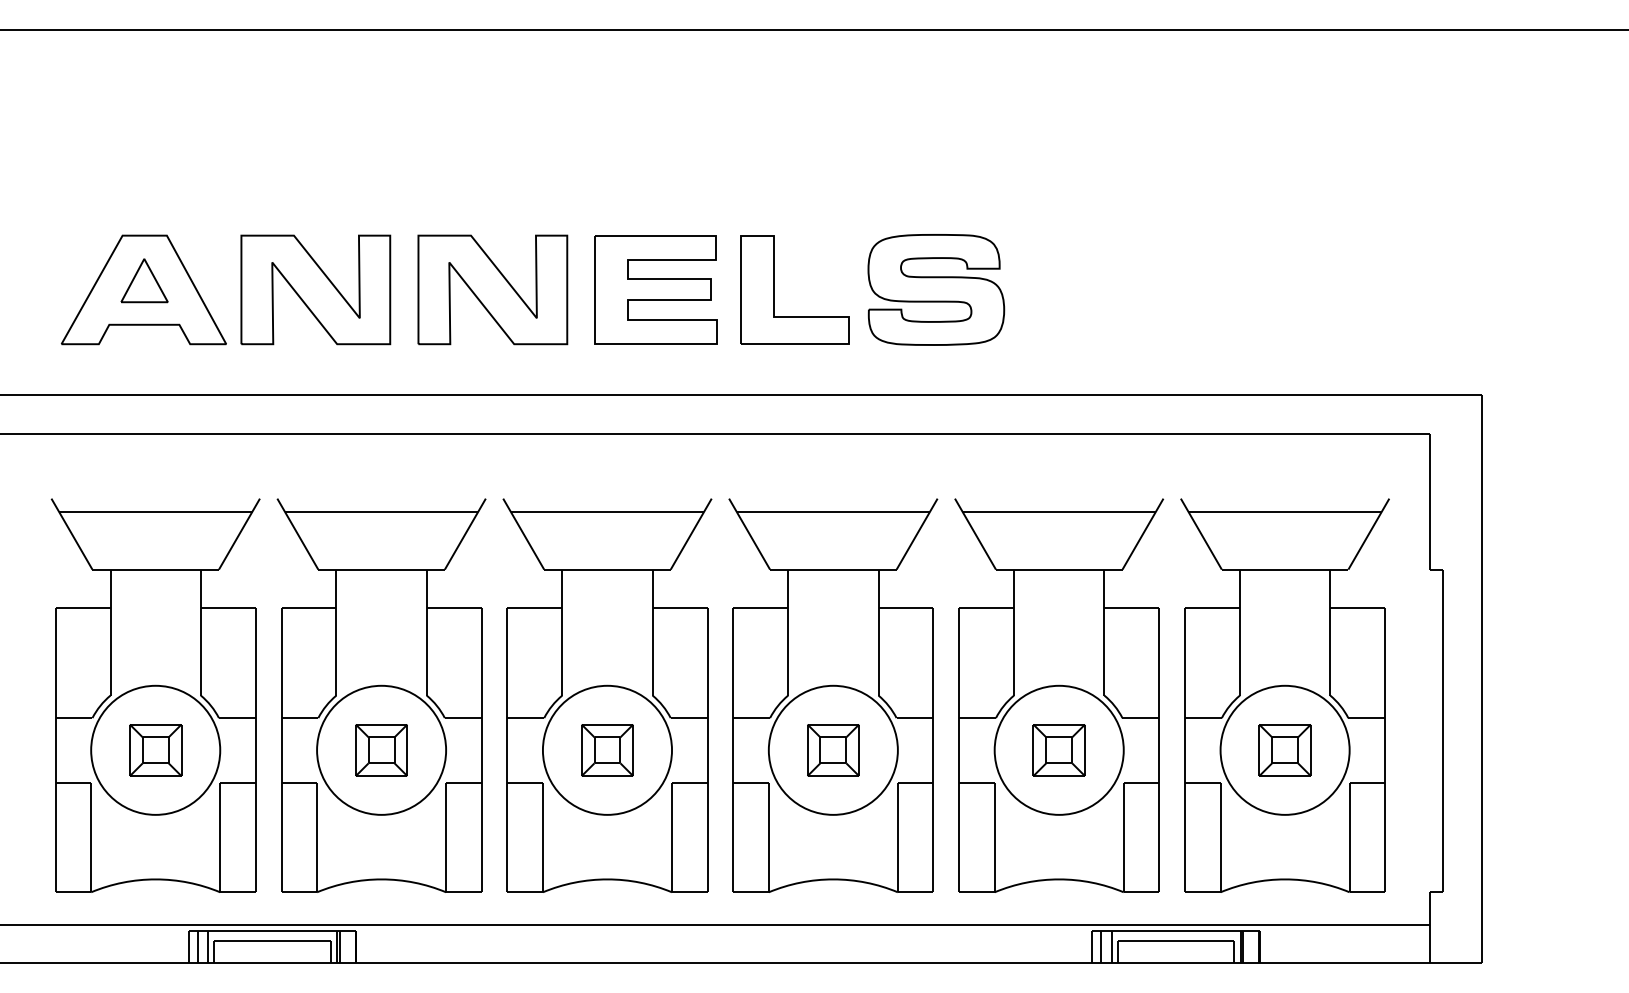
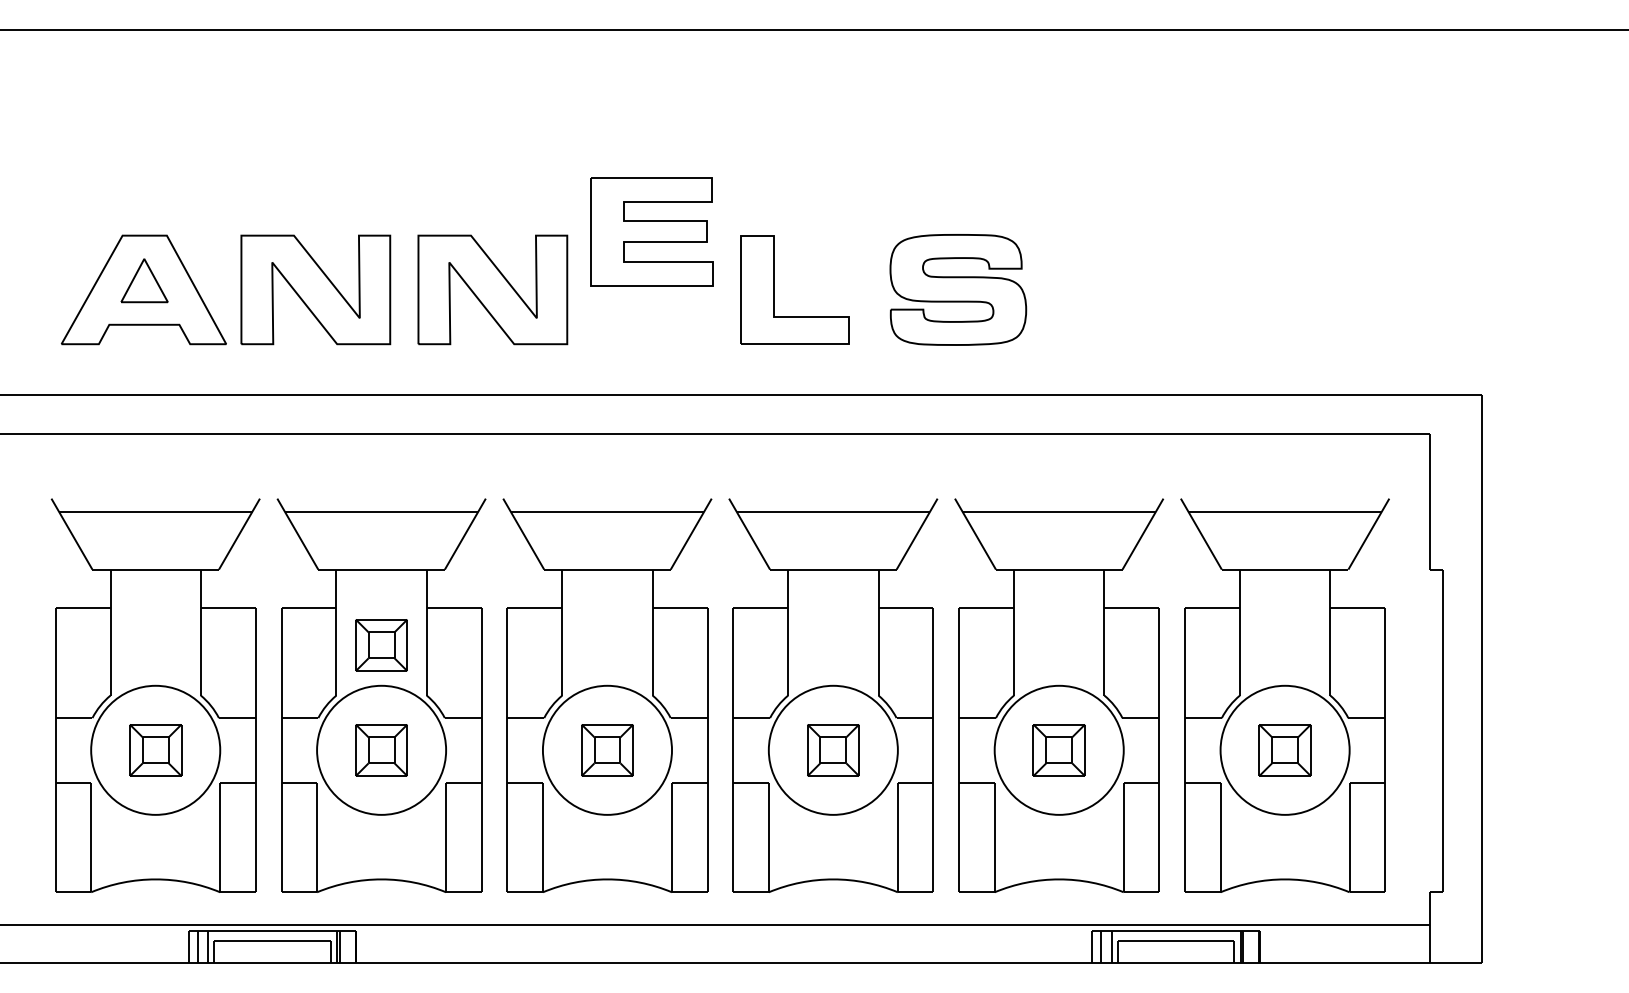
part at (655, 289) position: (655, 289) -> (651, 231)
part at (936, 289) position: (936, 289) -> (958, 289)
part at (381, 645): none -> present
